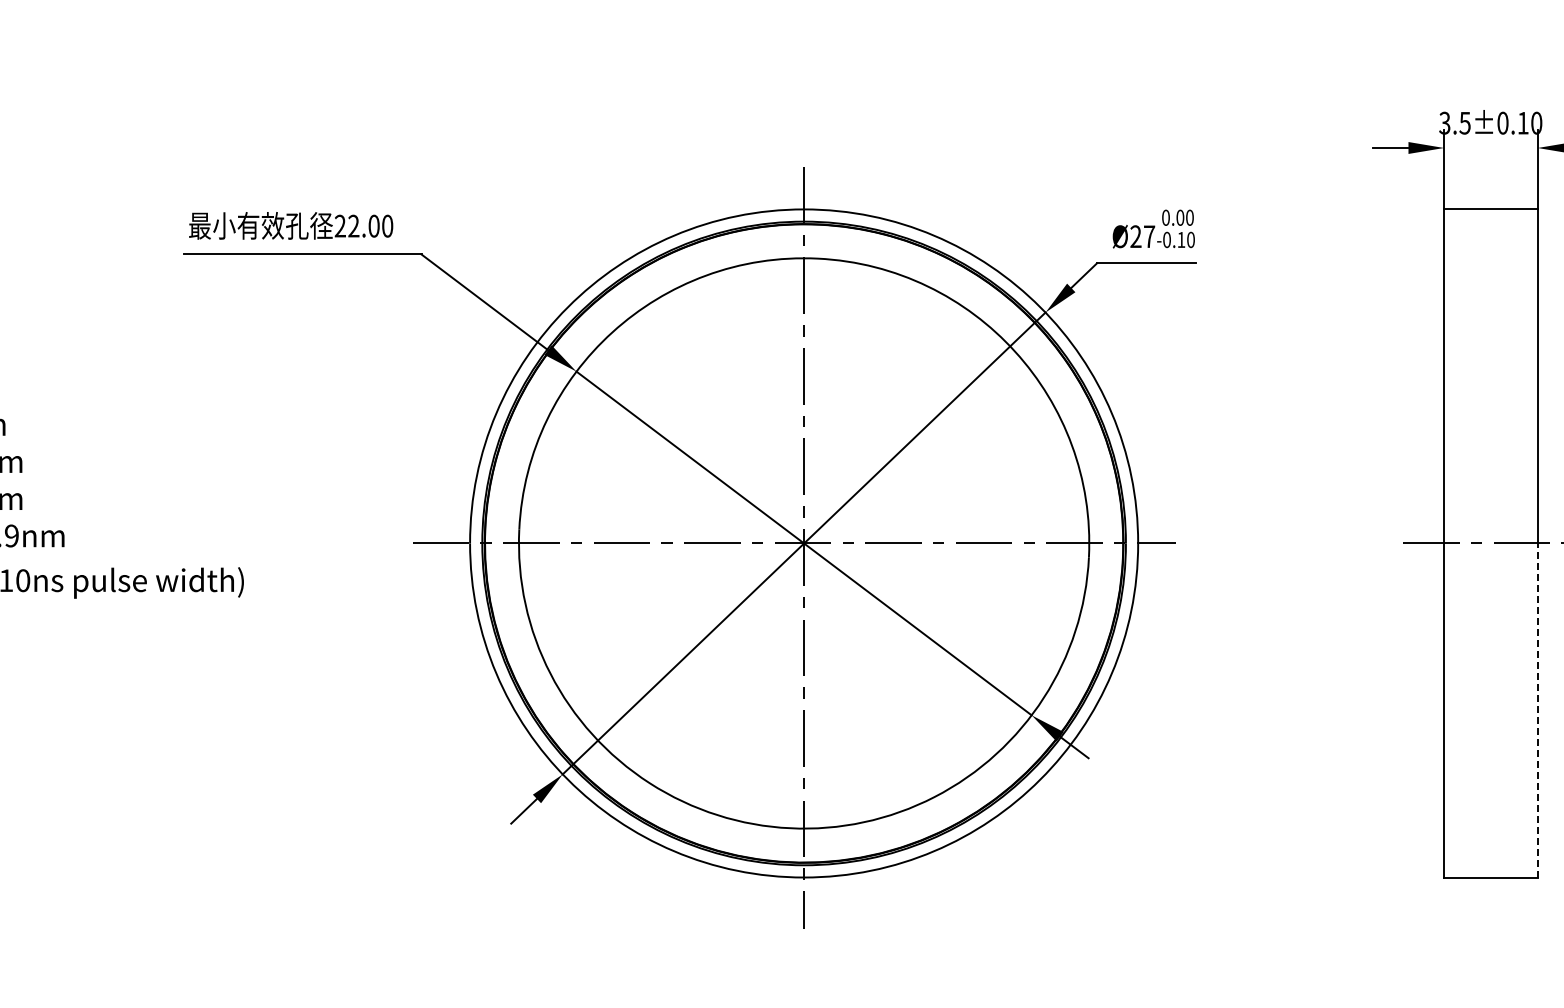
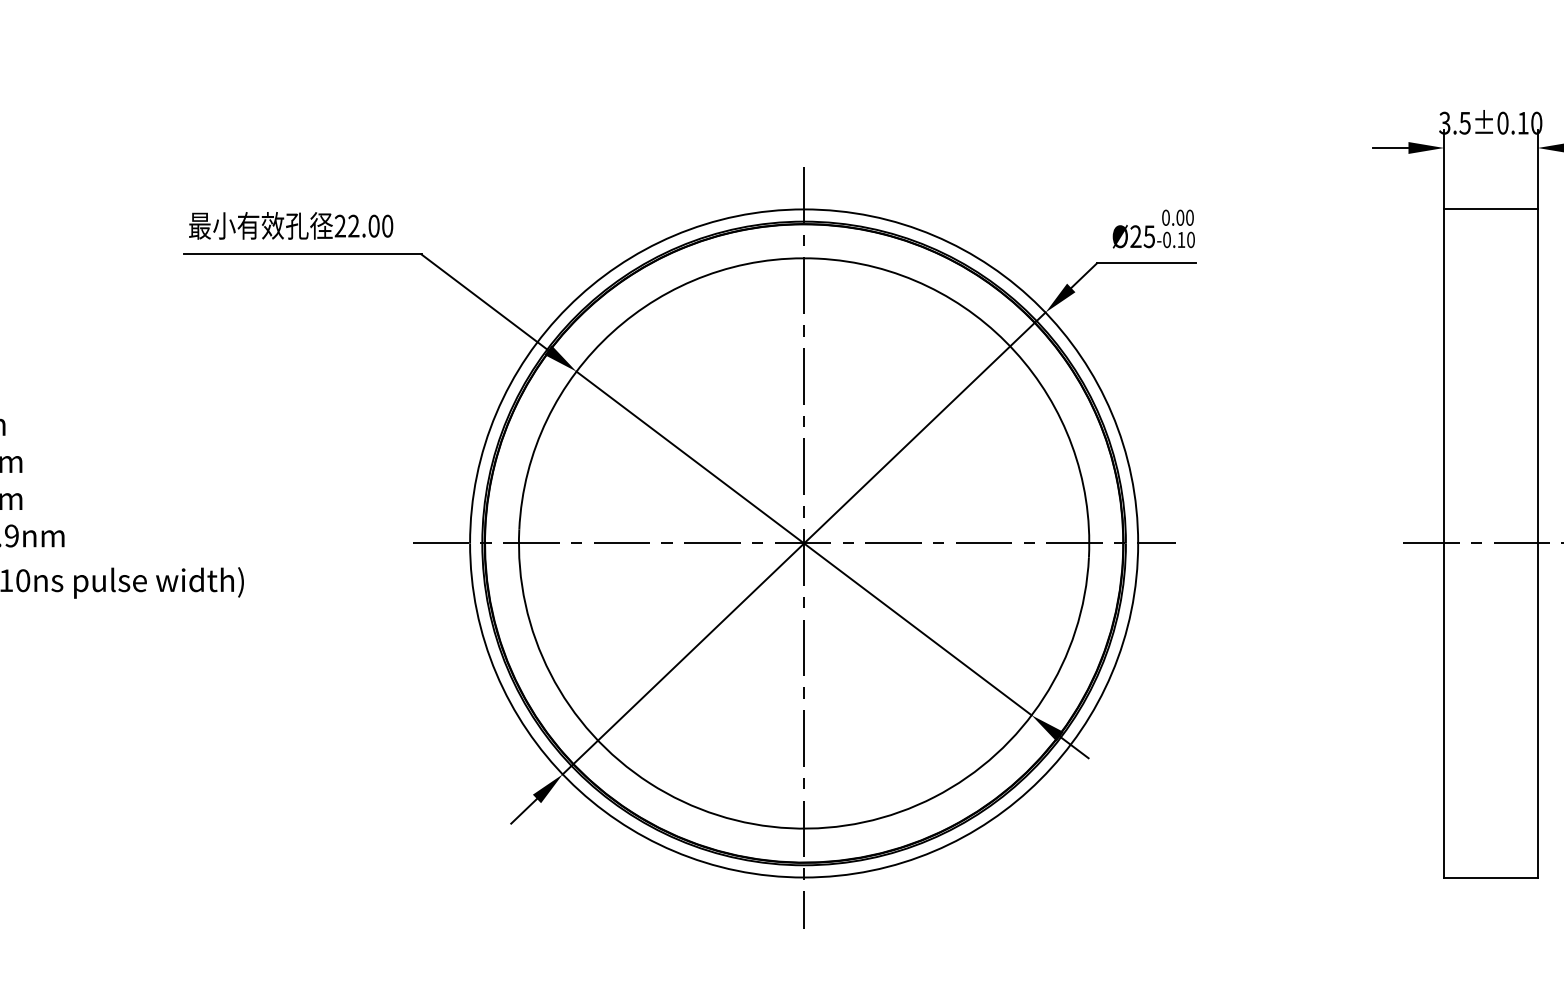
text at (1149, 236): Ø27 -> Ø25
line at (1537, 709): dashed -> solid
